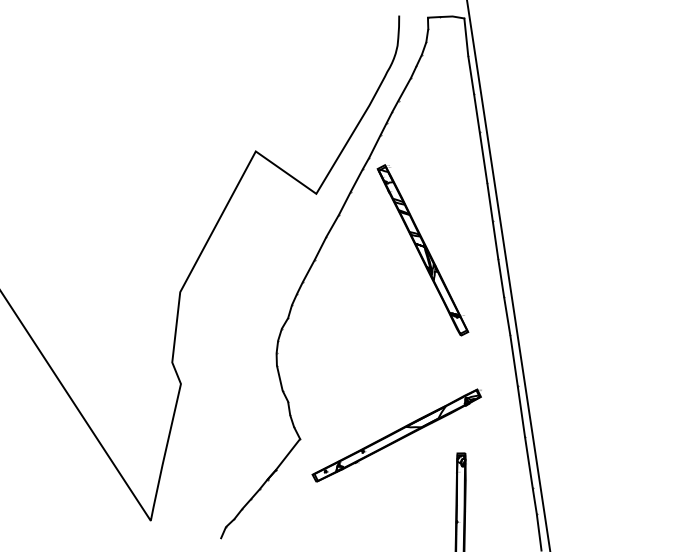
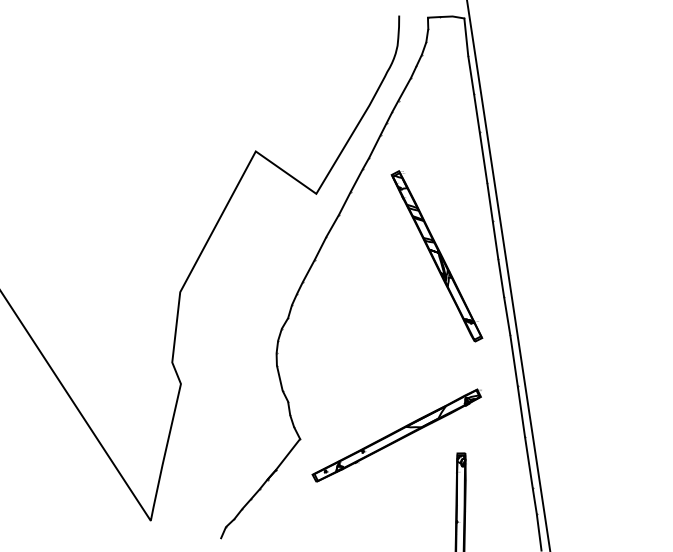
part at (422, 250) position: (422, 250) -> (436, 256)
